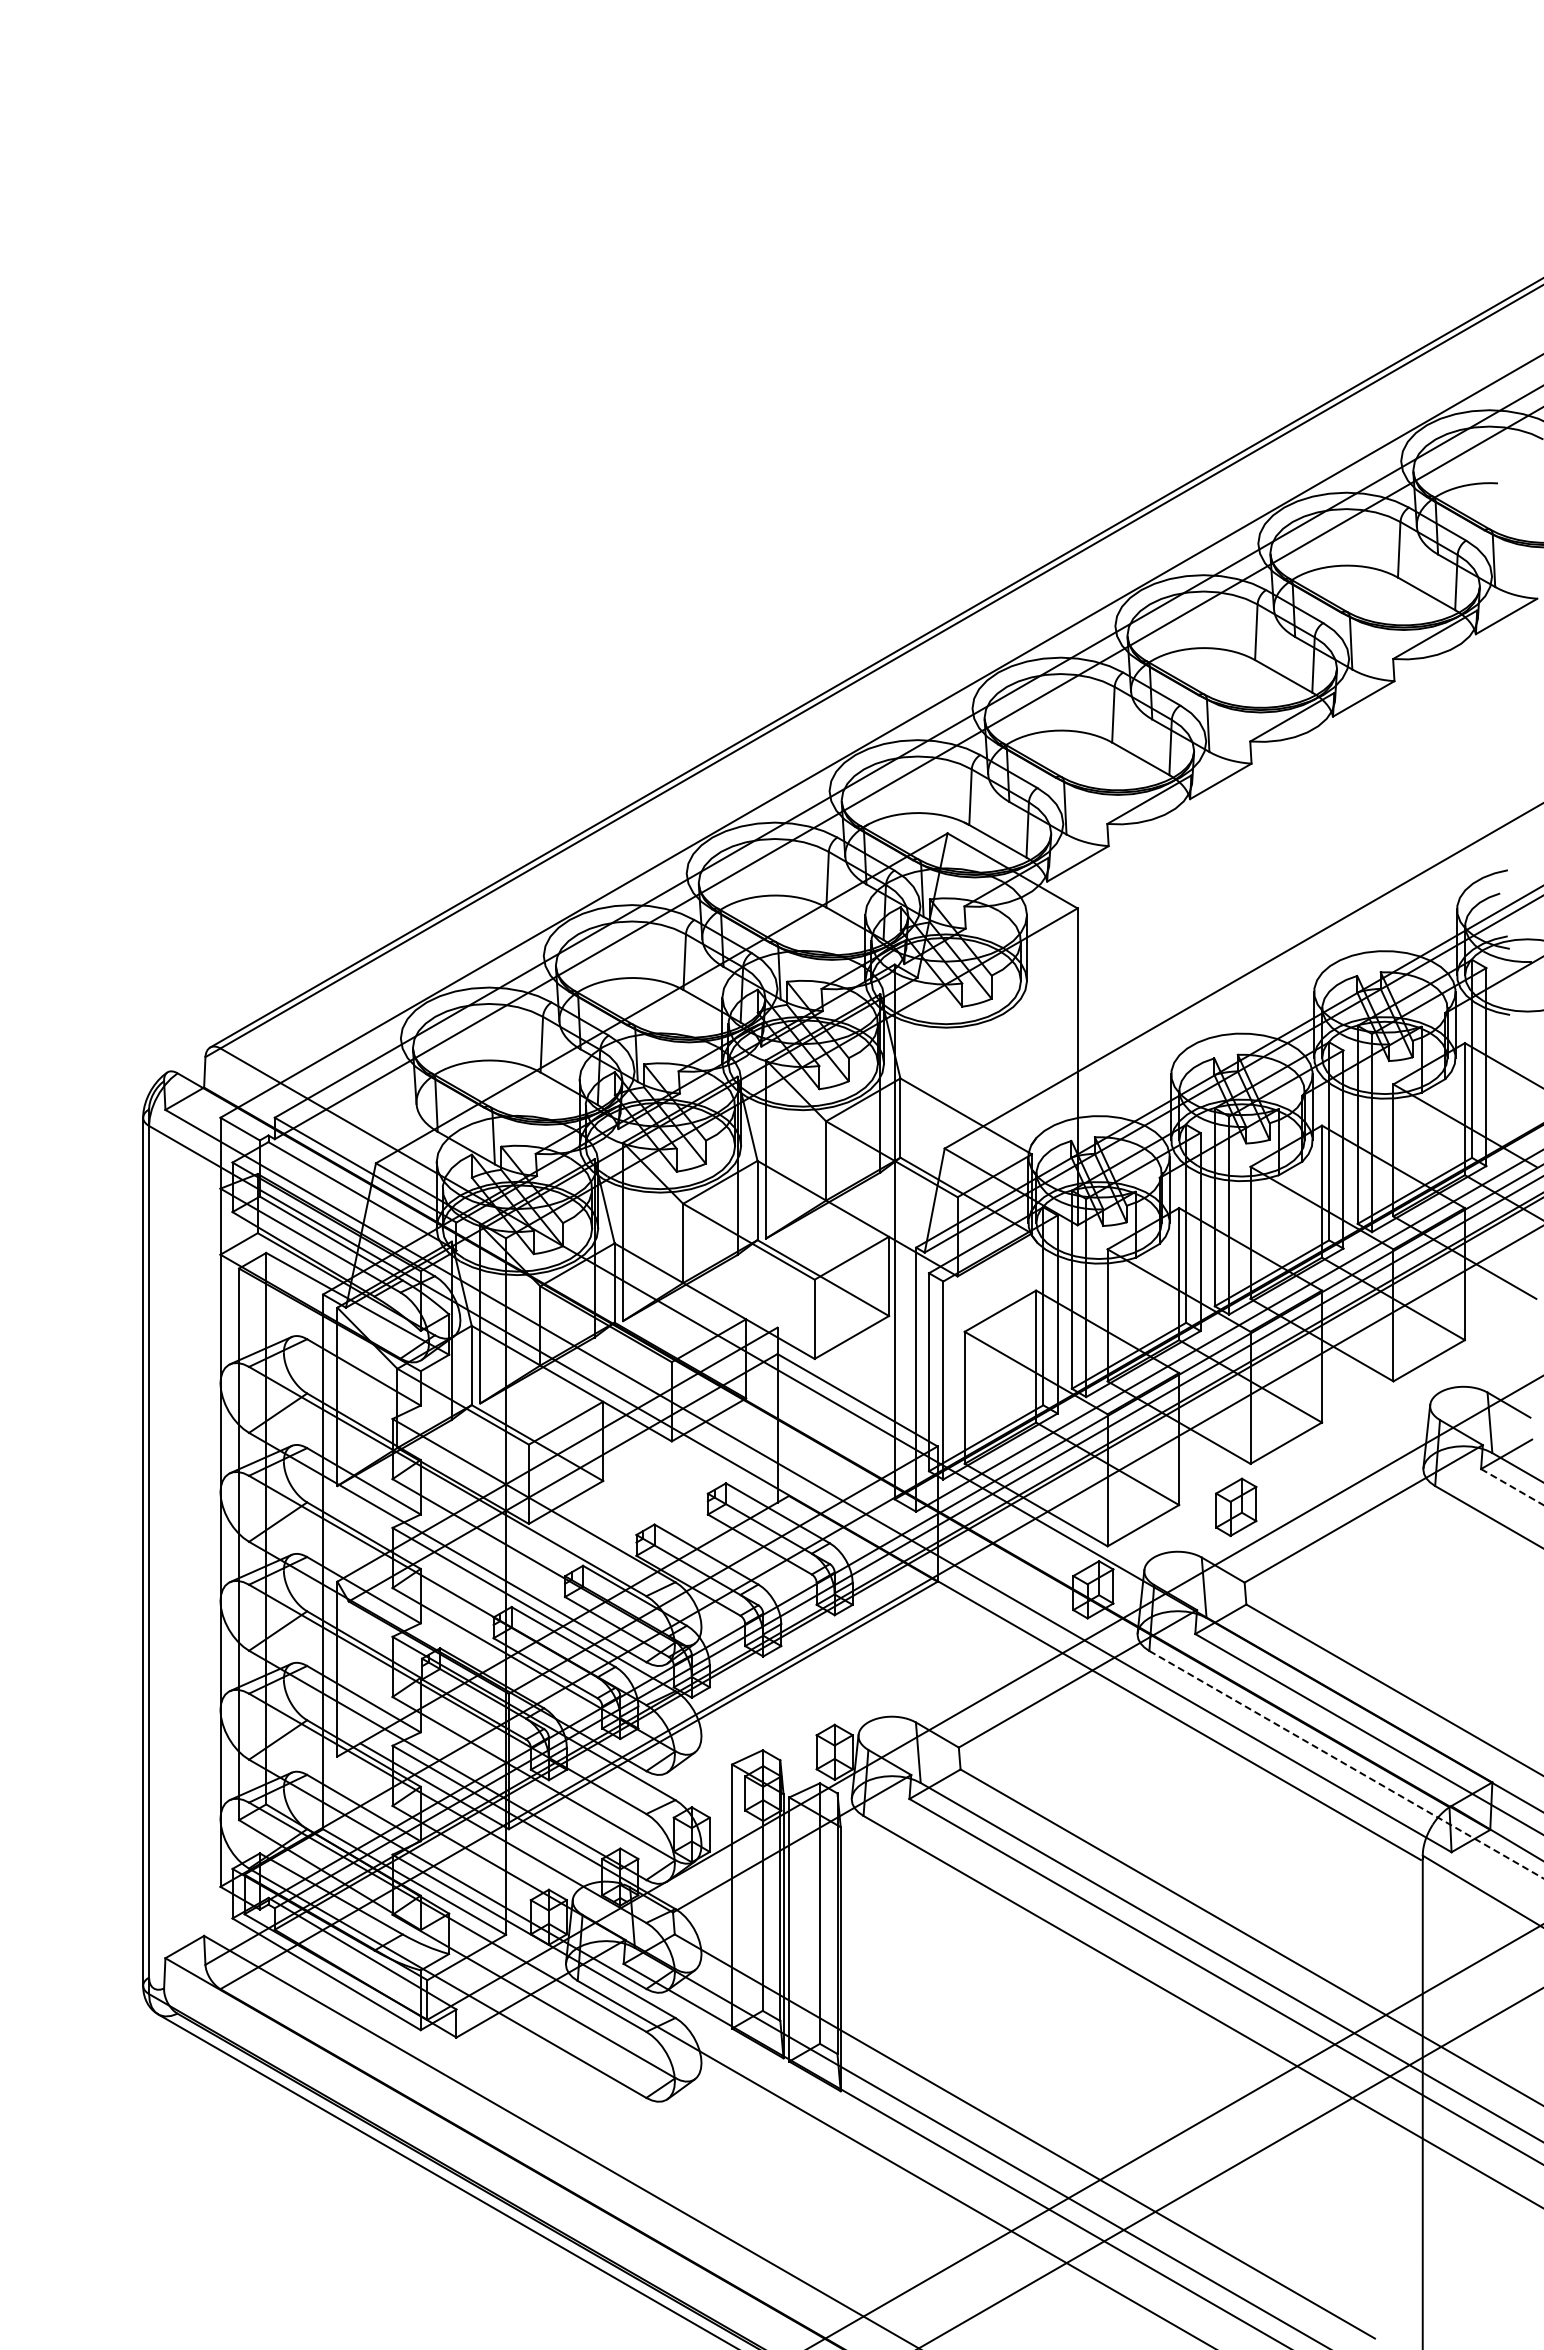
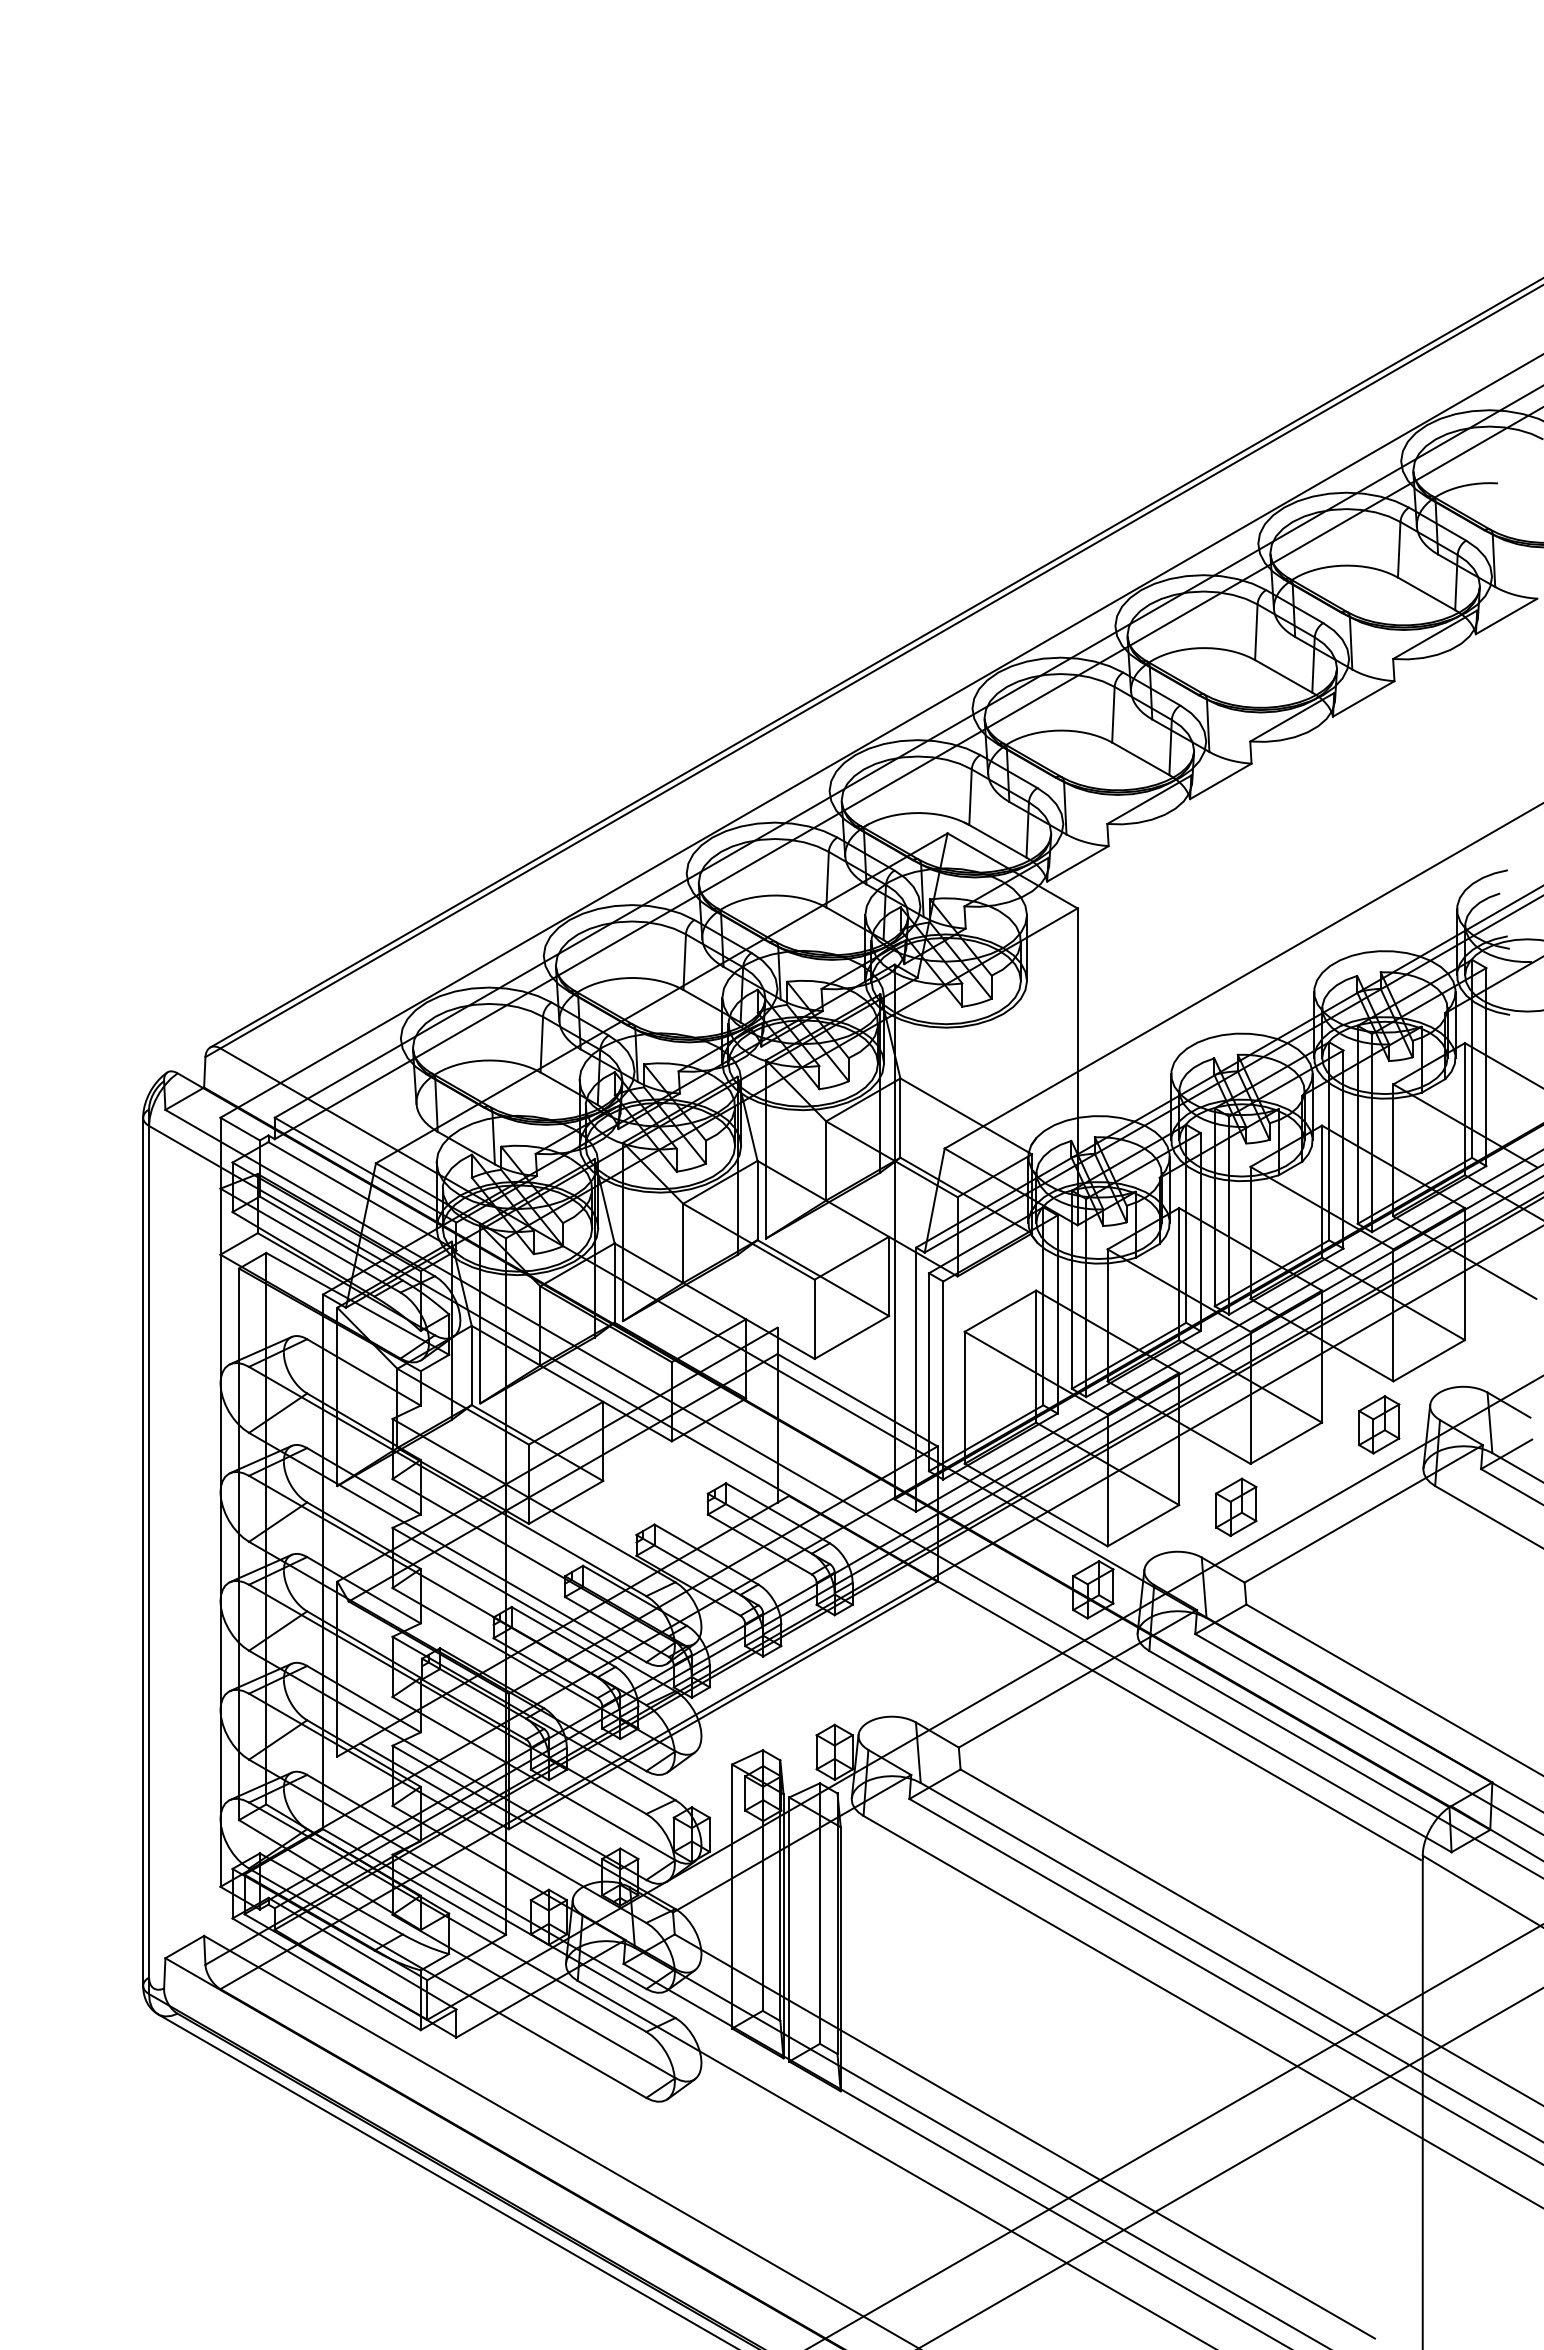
part at (1379, 1424): none -> present
line at (1512, 1487): dashed -> solid
line at (1346, 1764): dashed -> solid
